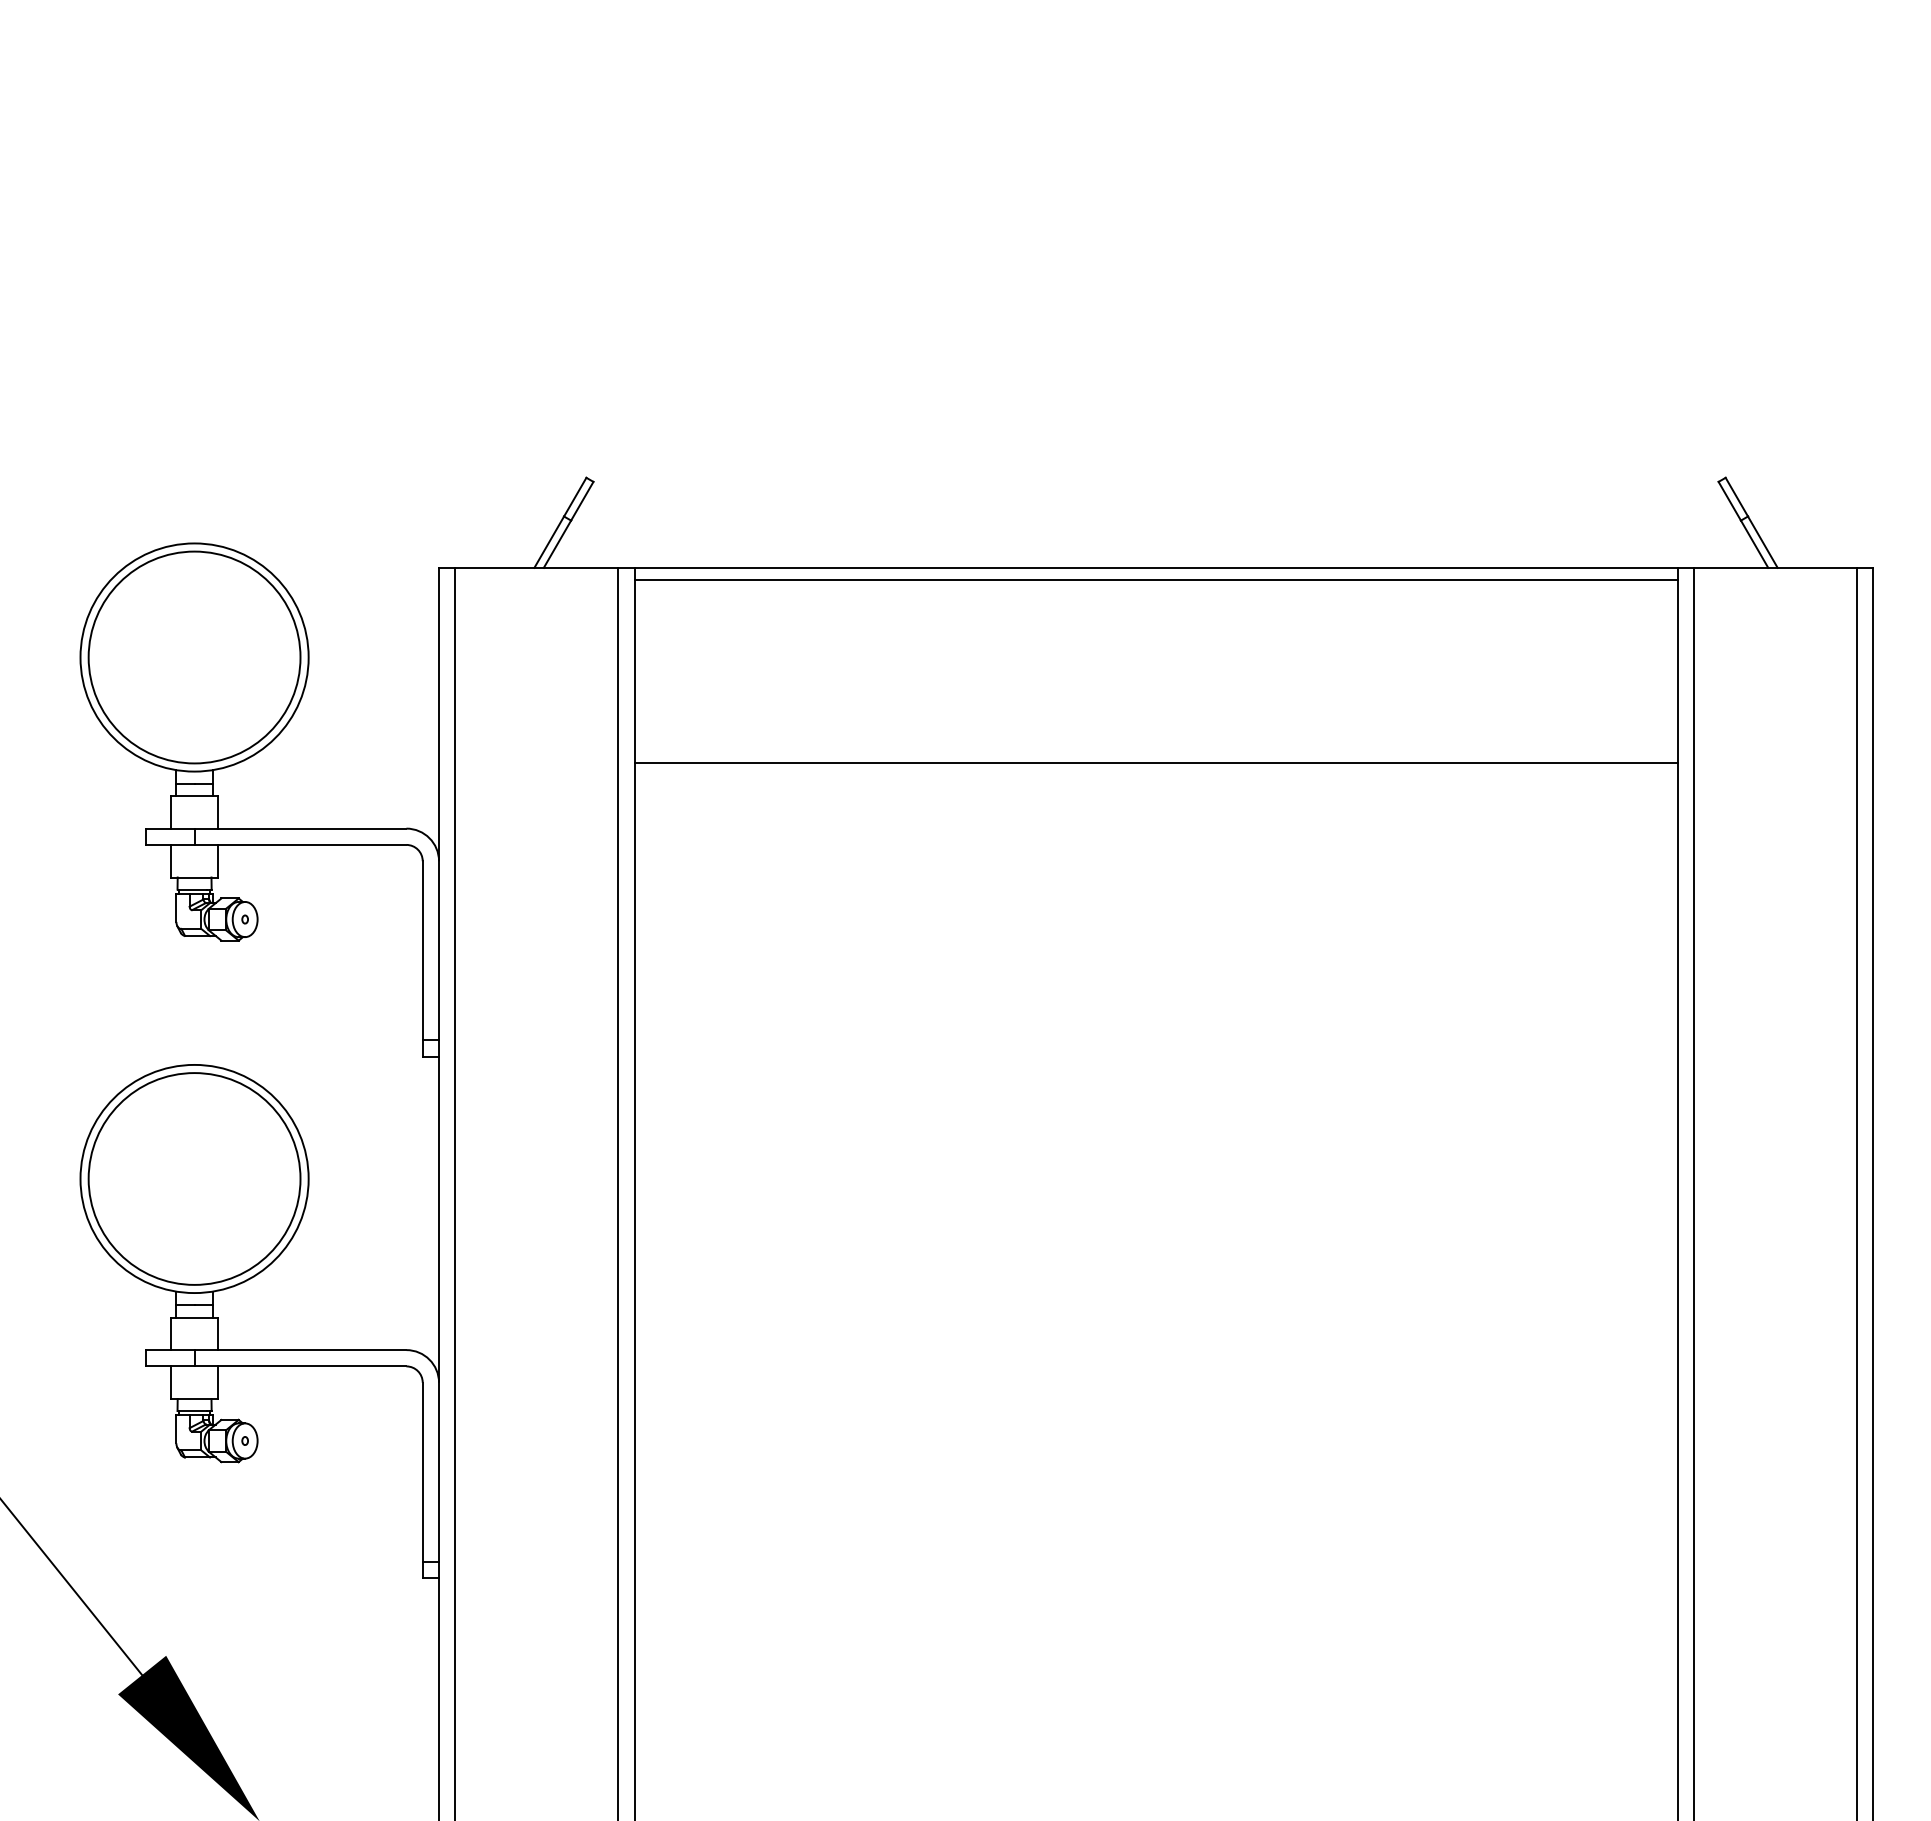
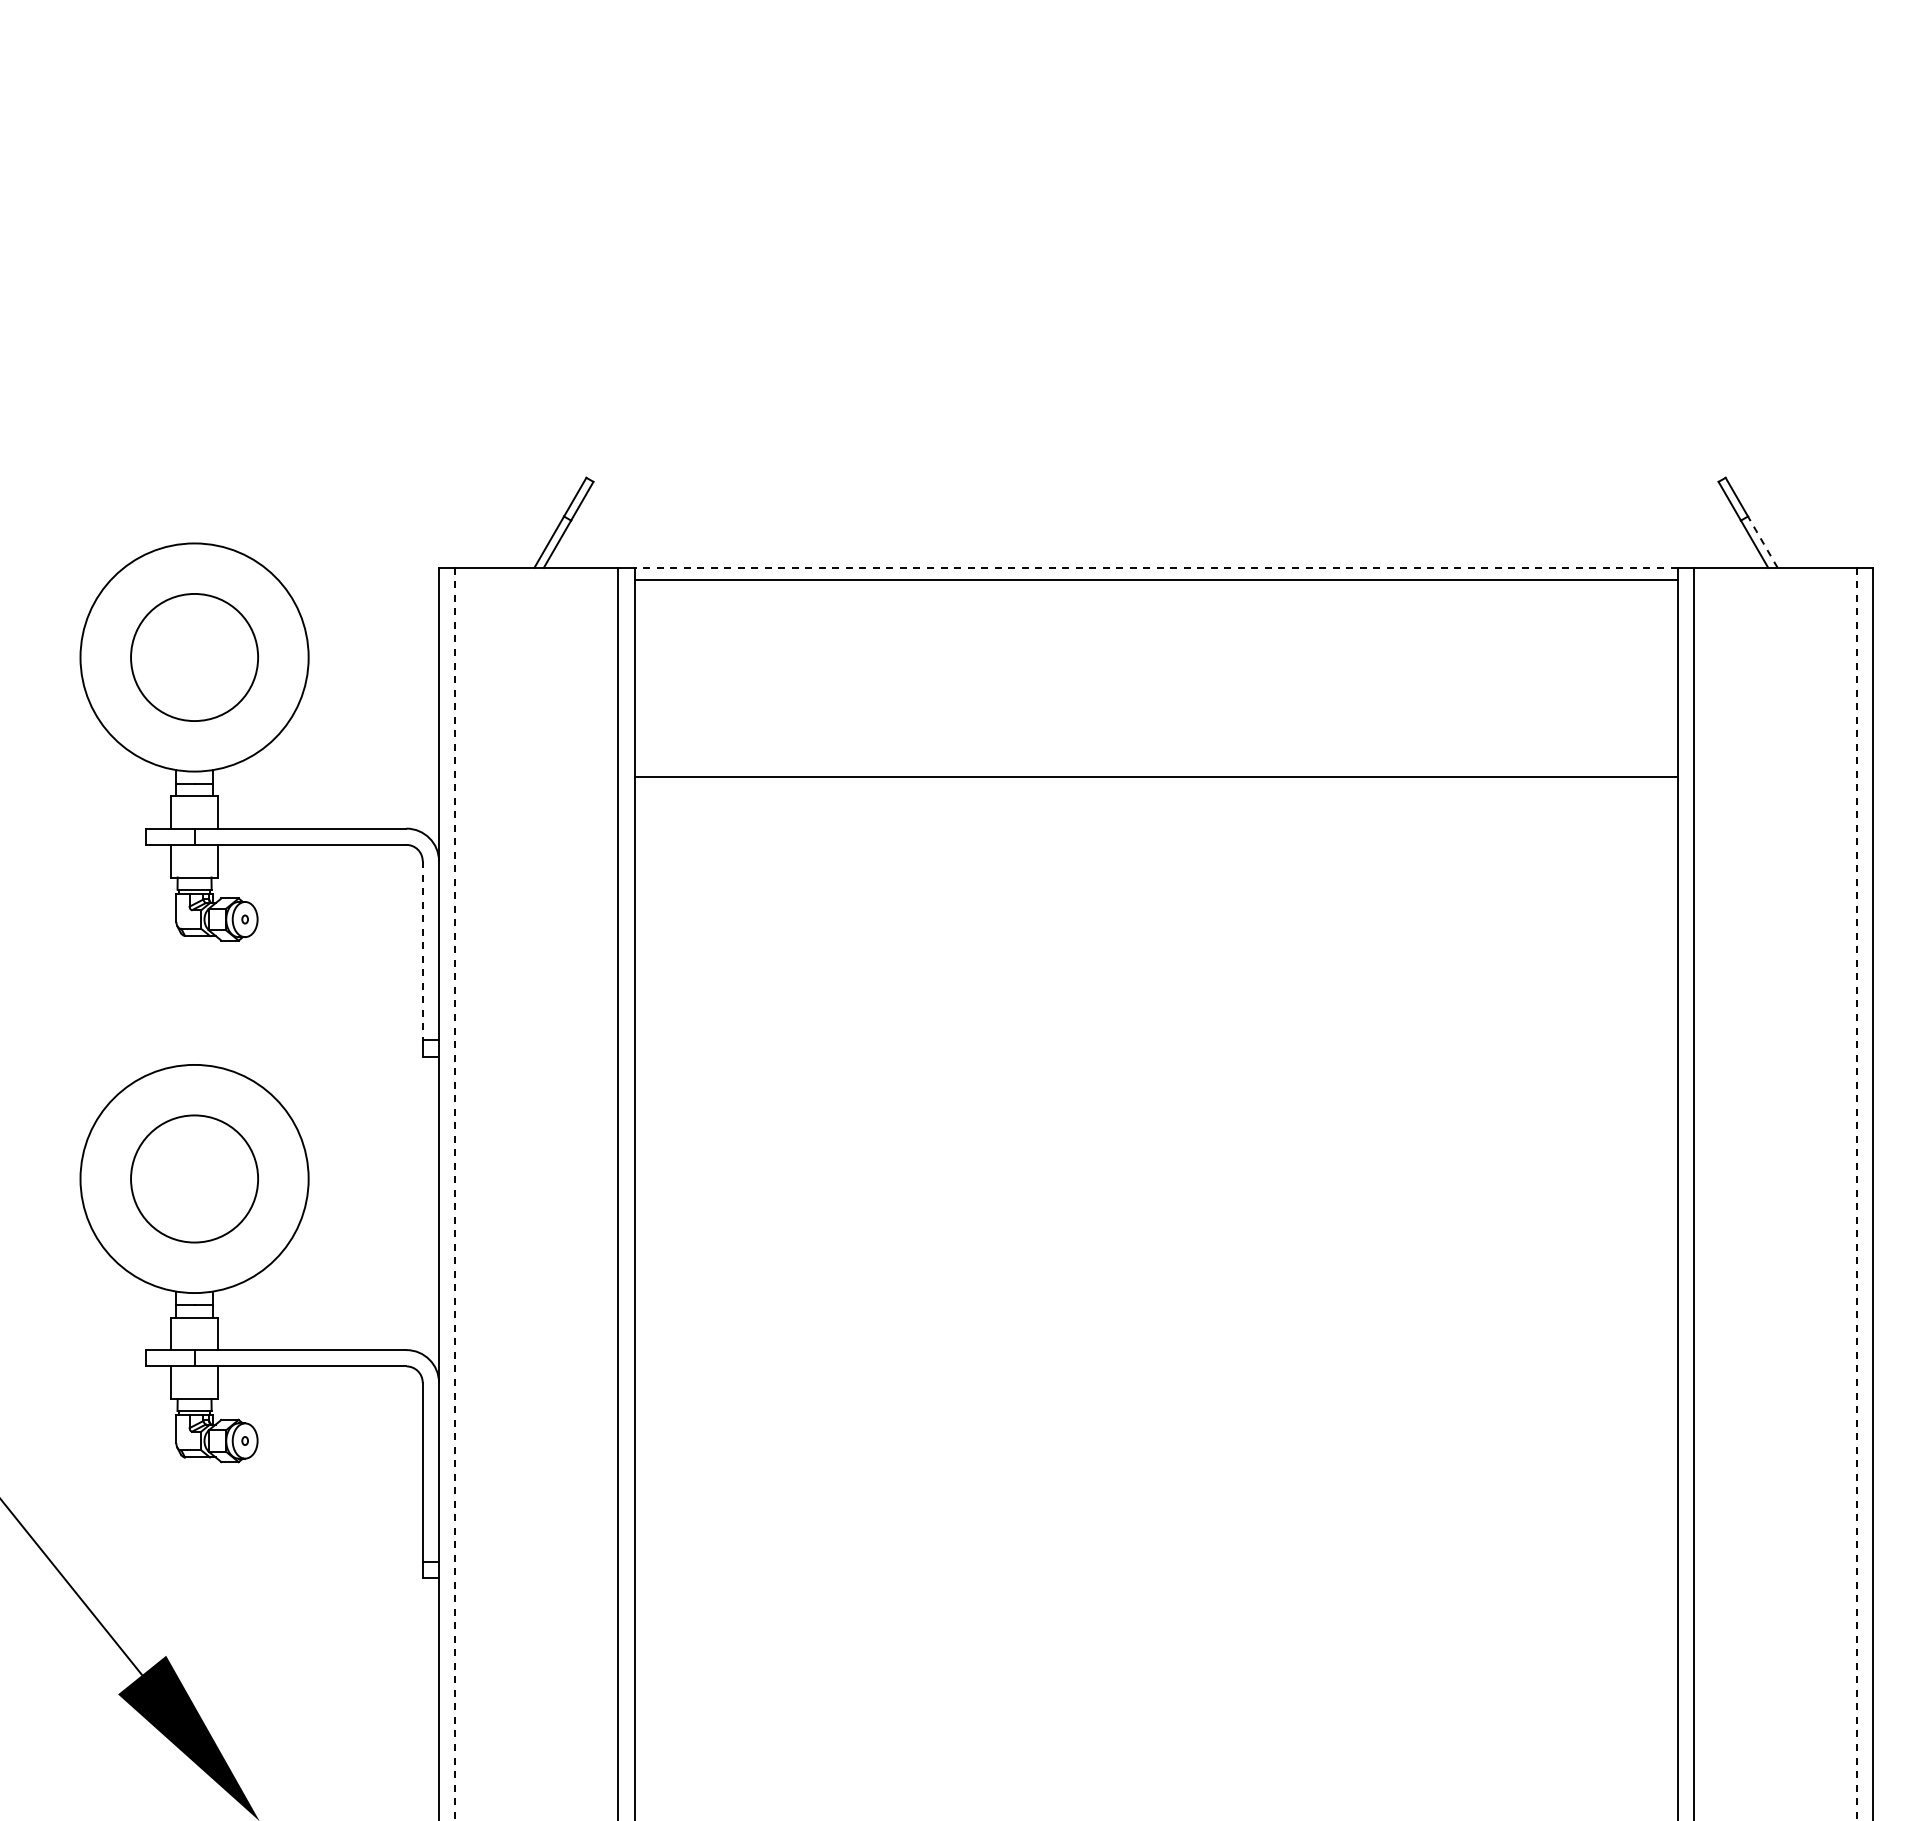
line at (1762, 542): solid -> dashed
line at (1155, 567): solid -> dashed
circle at (194, 657) diameter: 212 px -> 127 px
line at (1155, 763) position: (1155, 763) -> (1155, 777)
line at (422, 950): solid -> dashed
circle at (194, 1178) diameter: 212 px -> 127 px
line at (455, 1194): solid -> dashed
line at (1856, 1194): solid -> dashed
